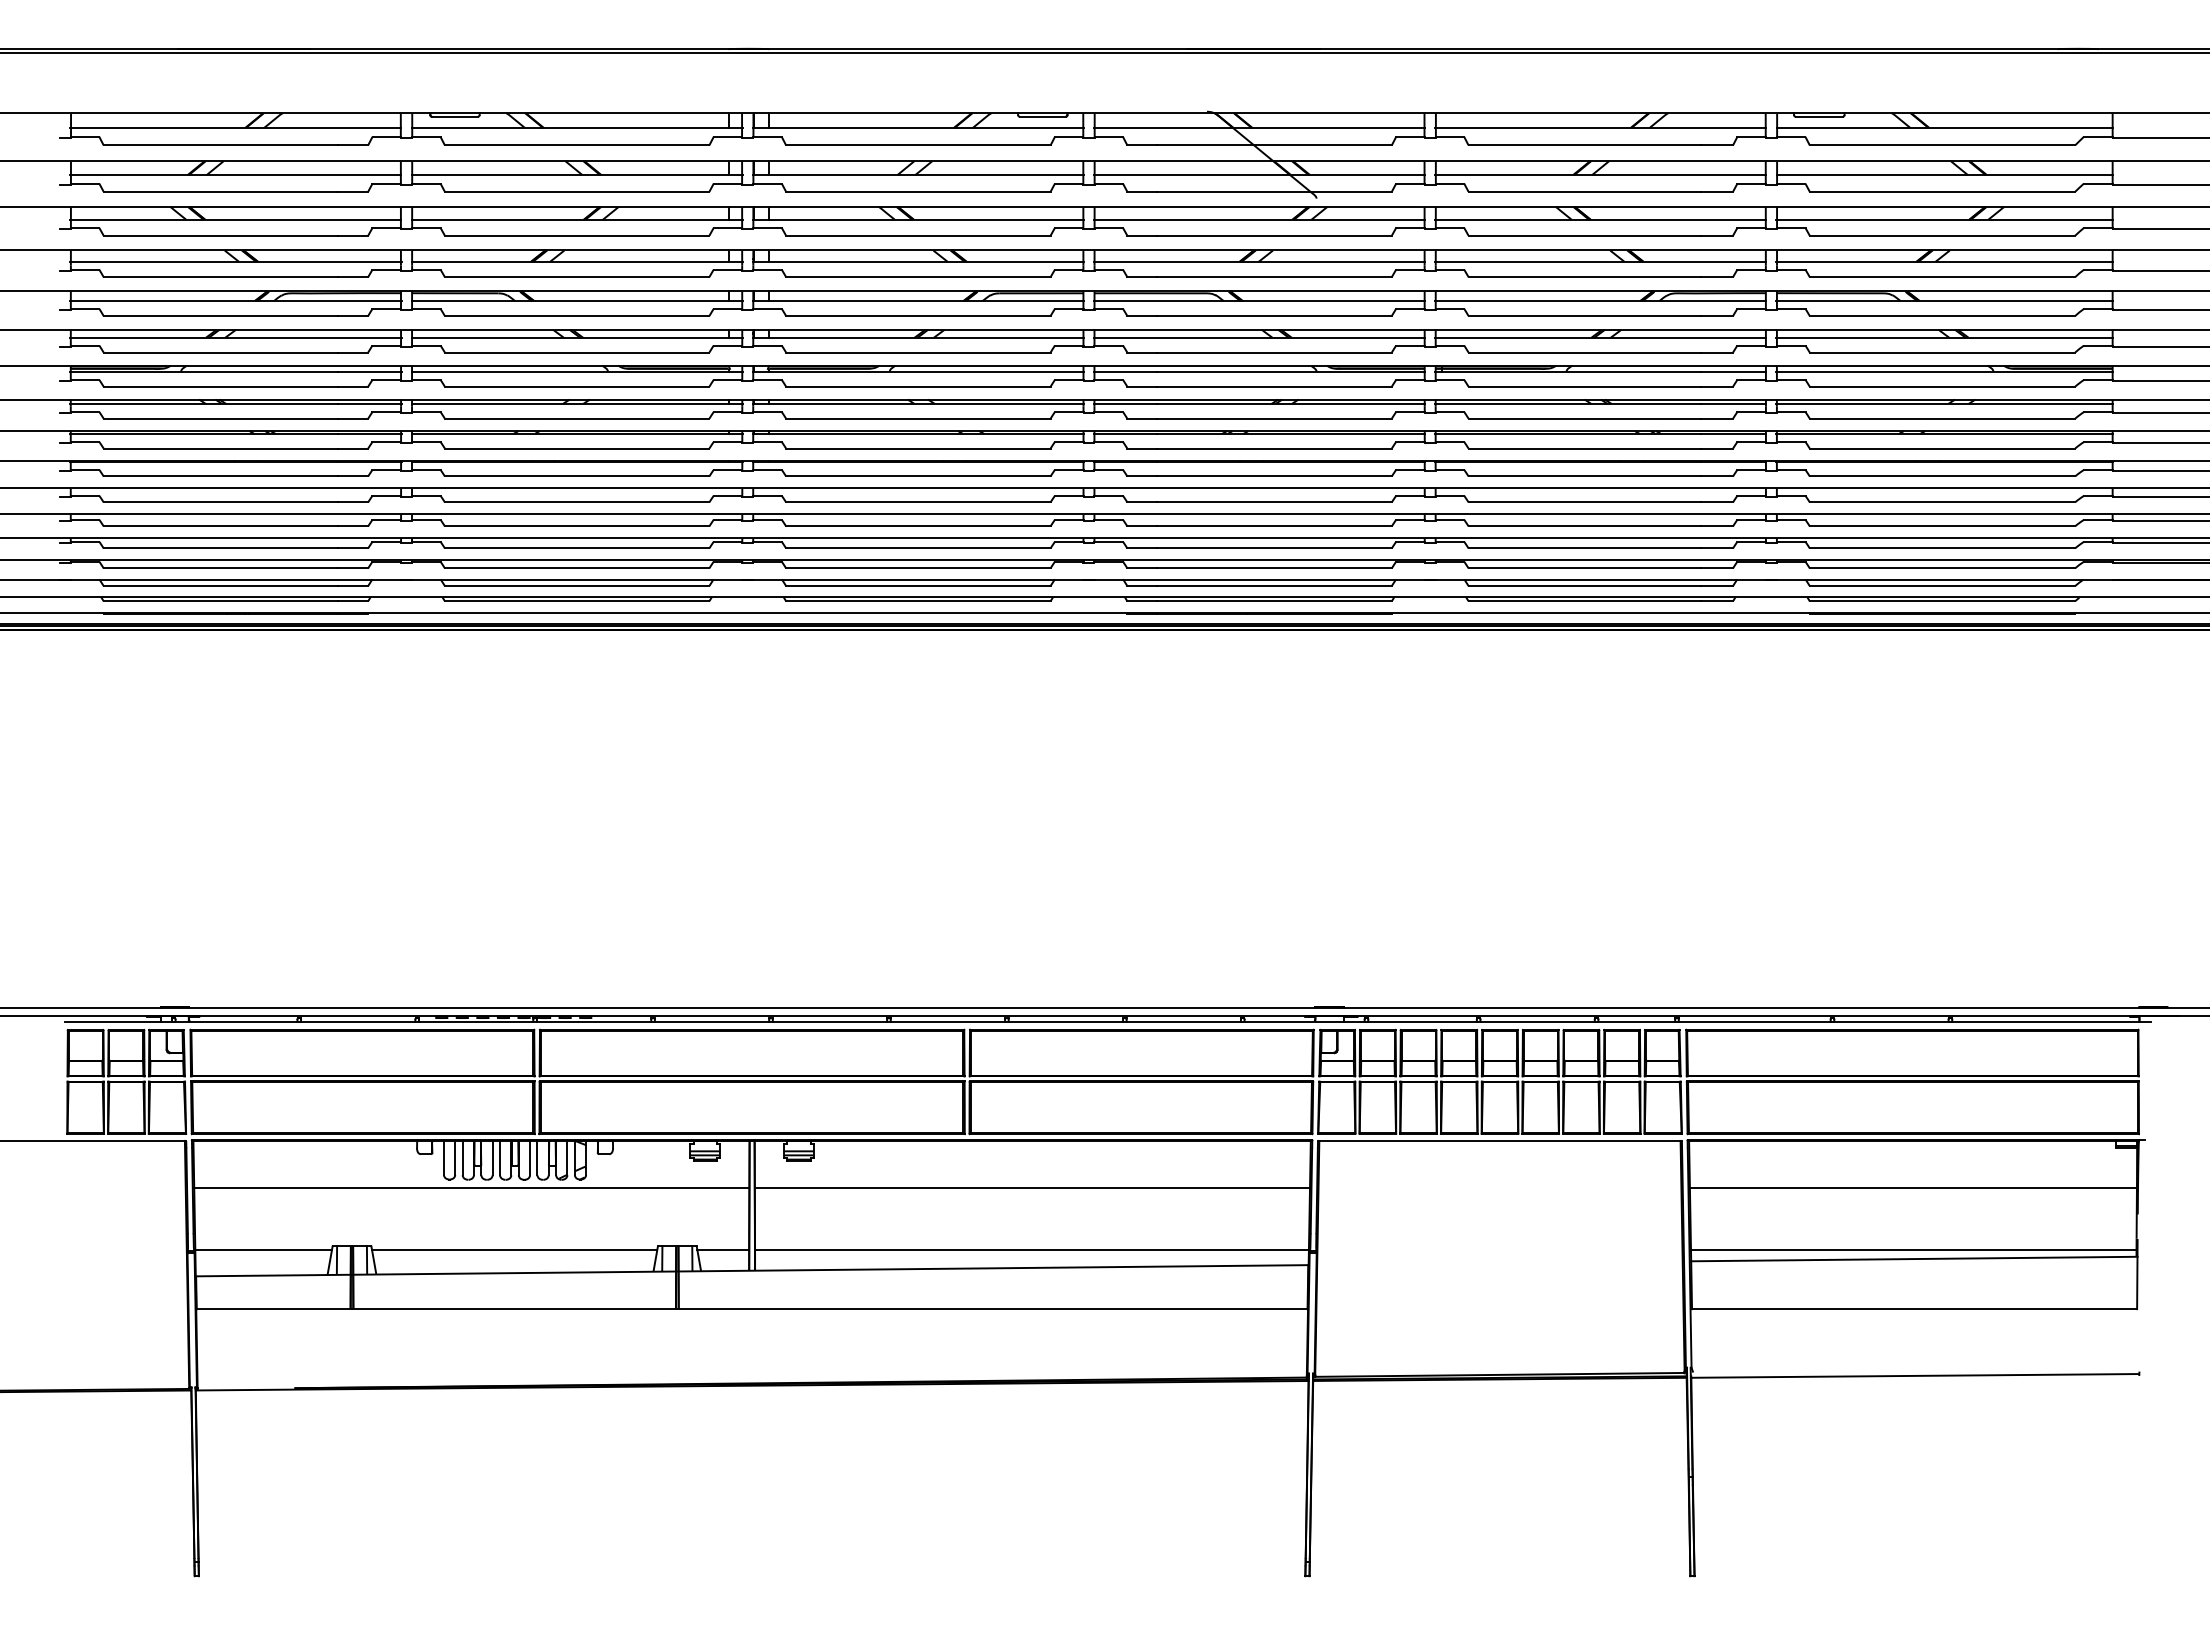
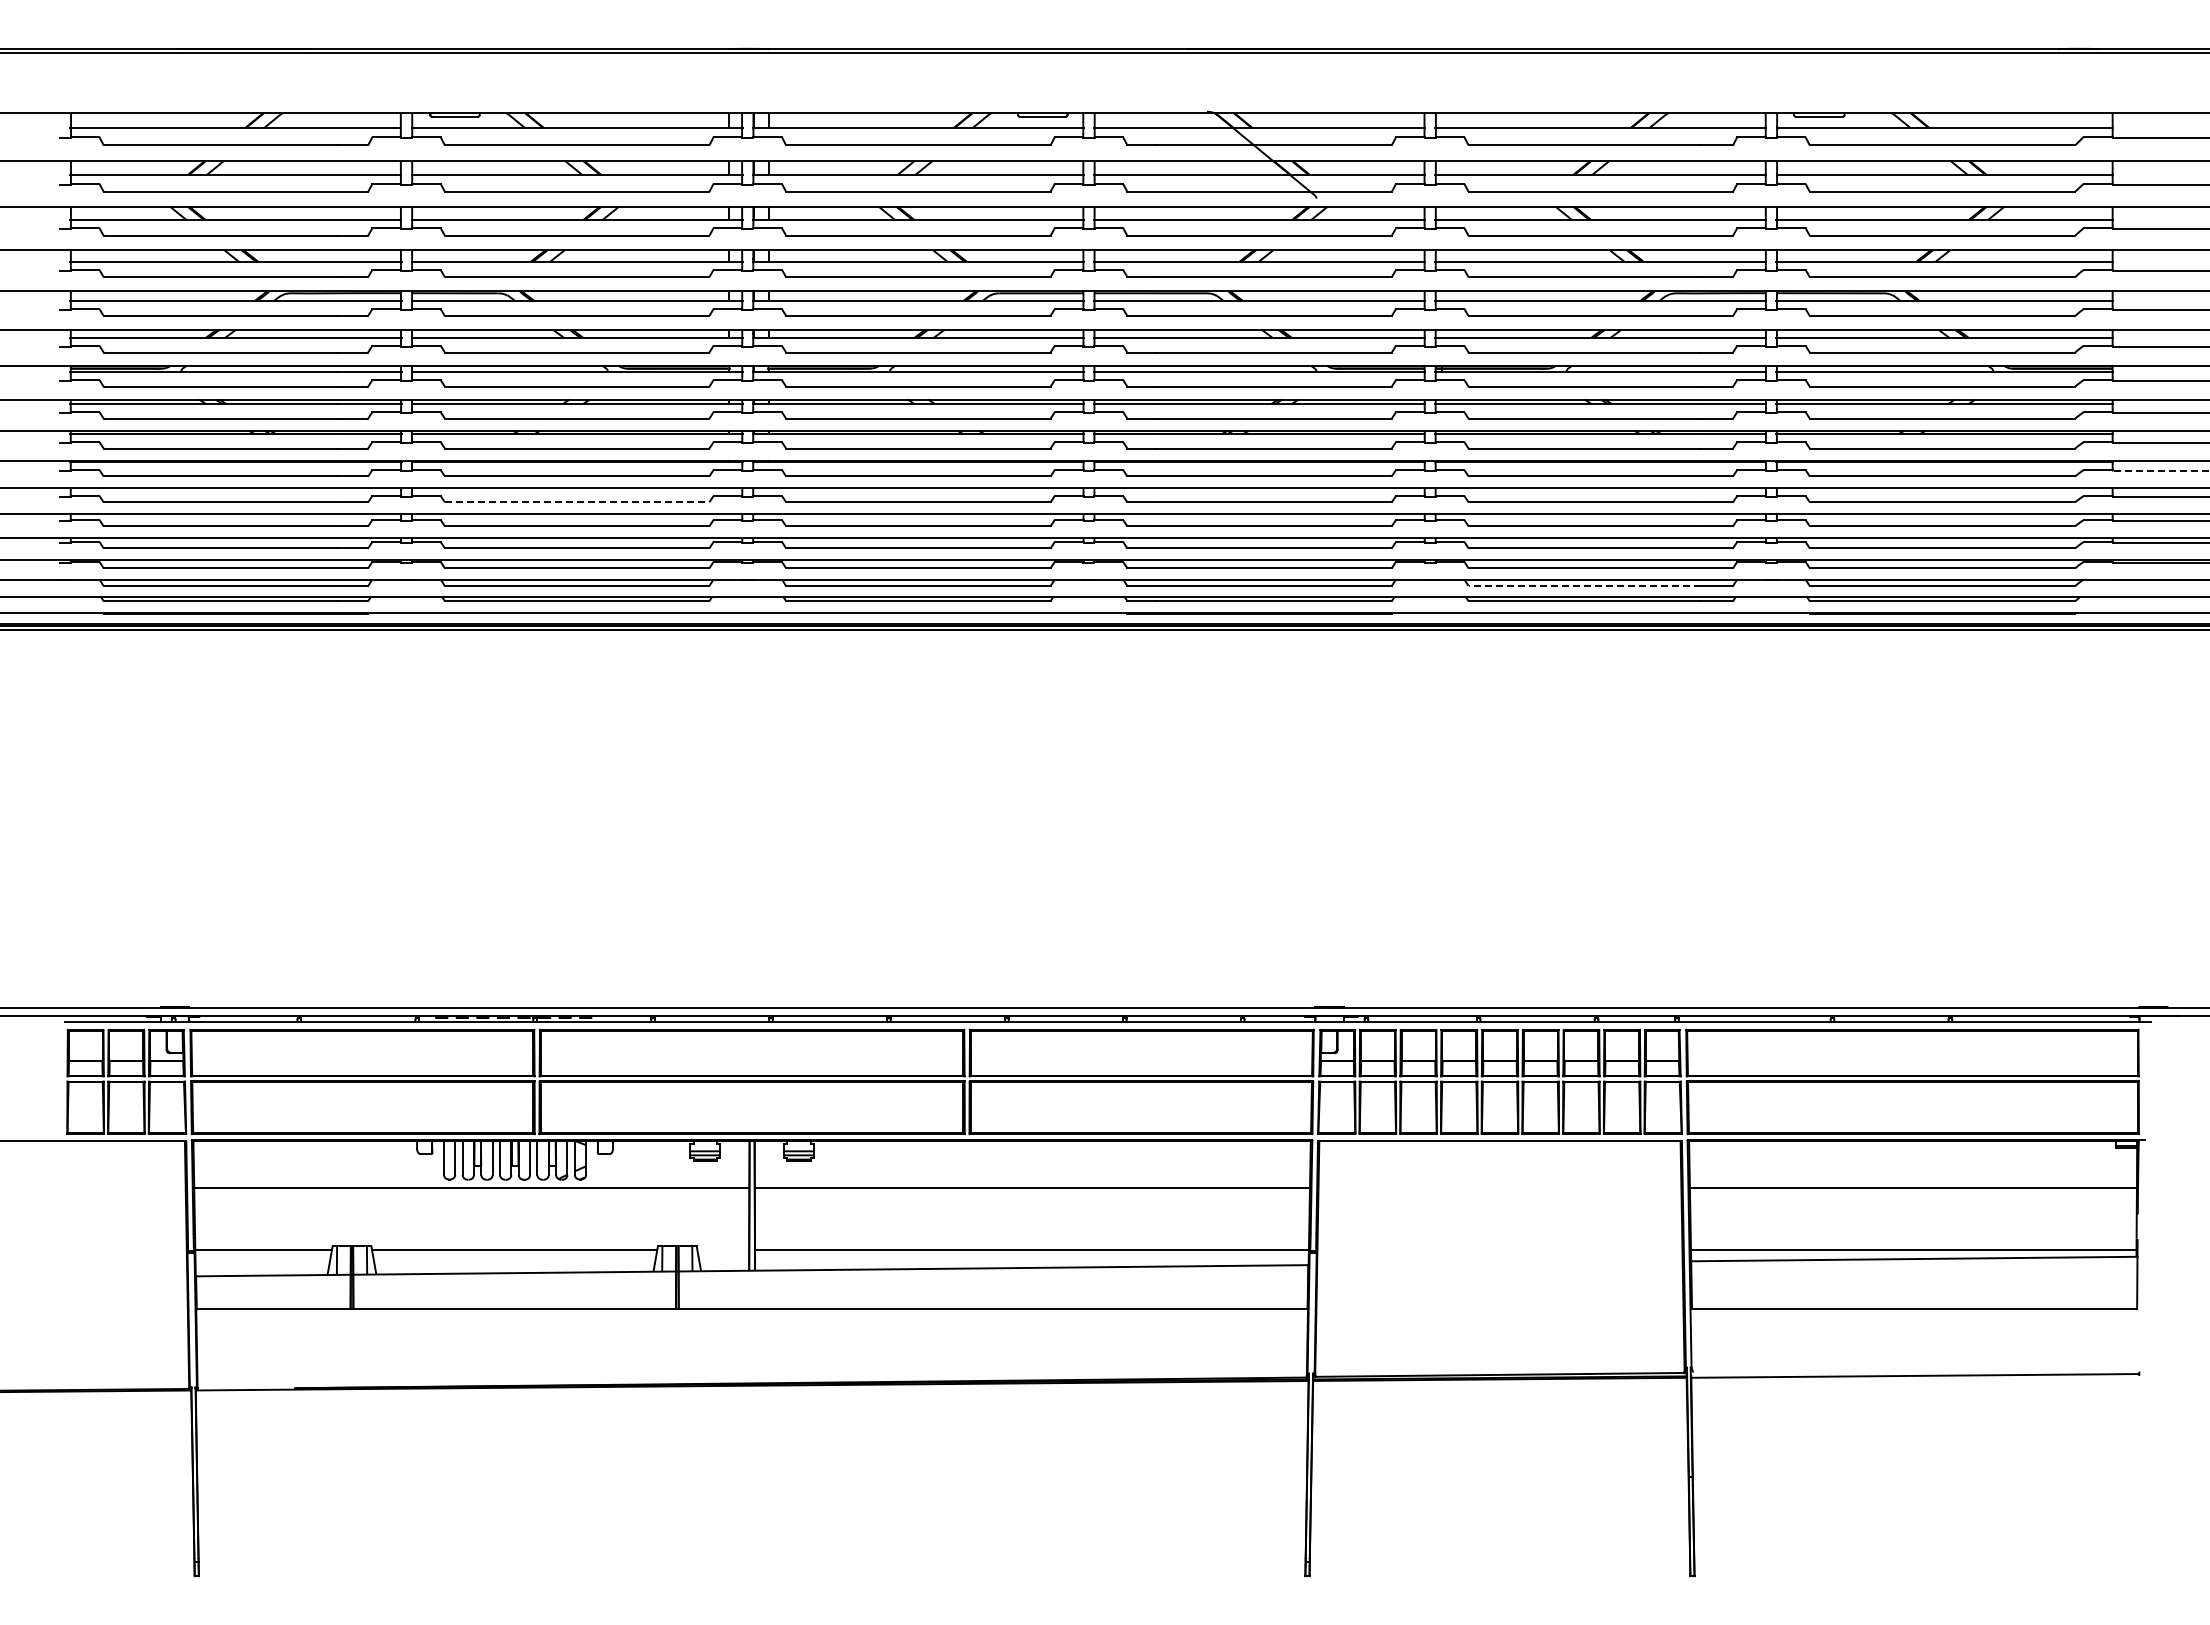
line at (2161, 470): solid -> dashed
line at (577, 502): solid -> dashed
line at (1584, 586): solid -> dashed
line at (723, 1250): present -> none
